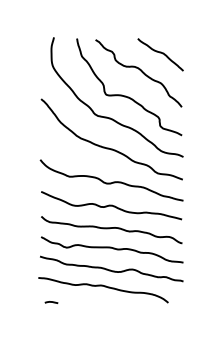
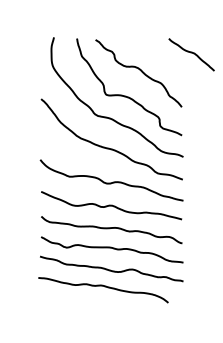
curve at (160, 53) position: (160, 53) -> (191, 53)
line at (51, 302): present -> none
